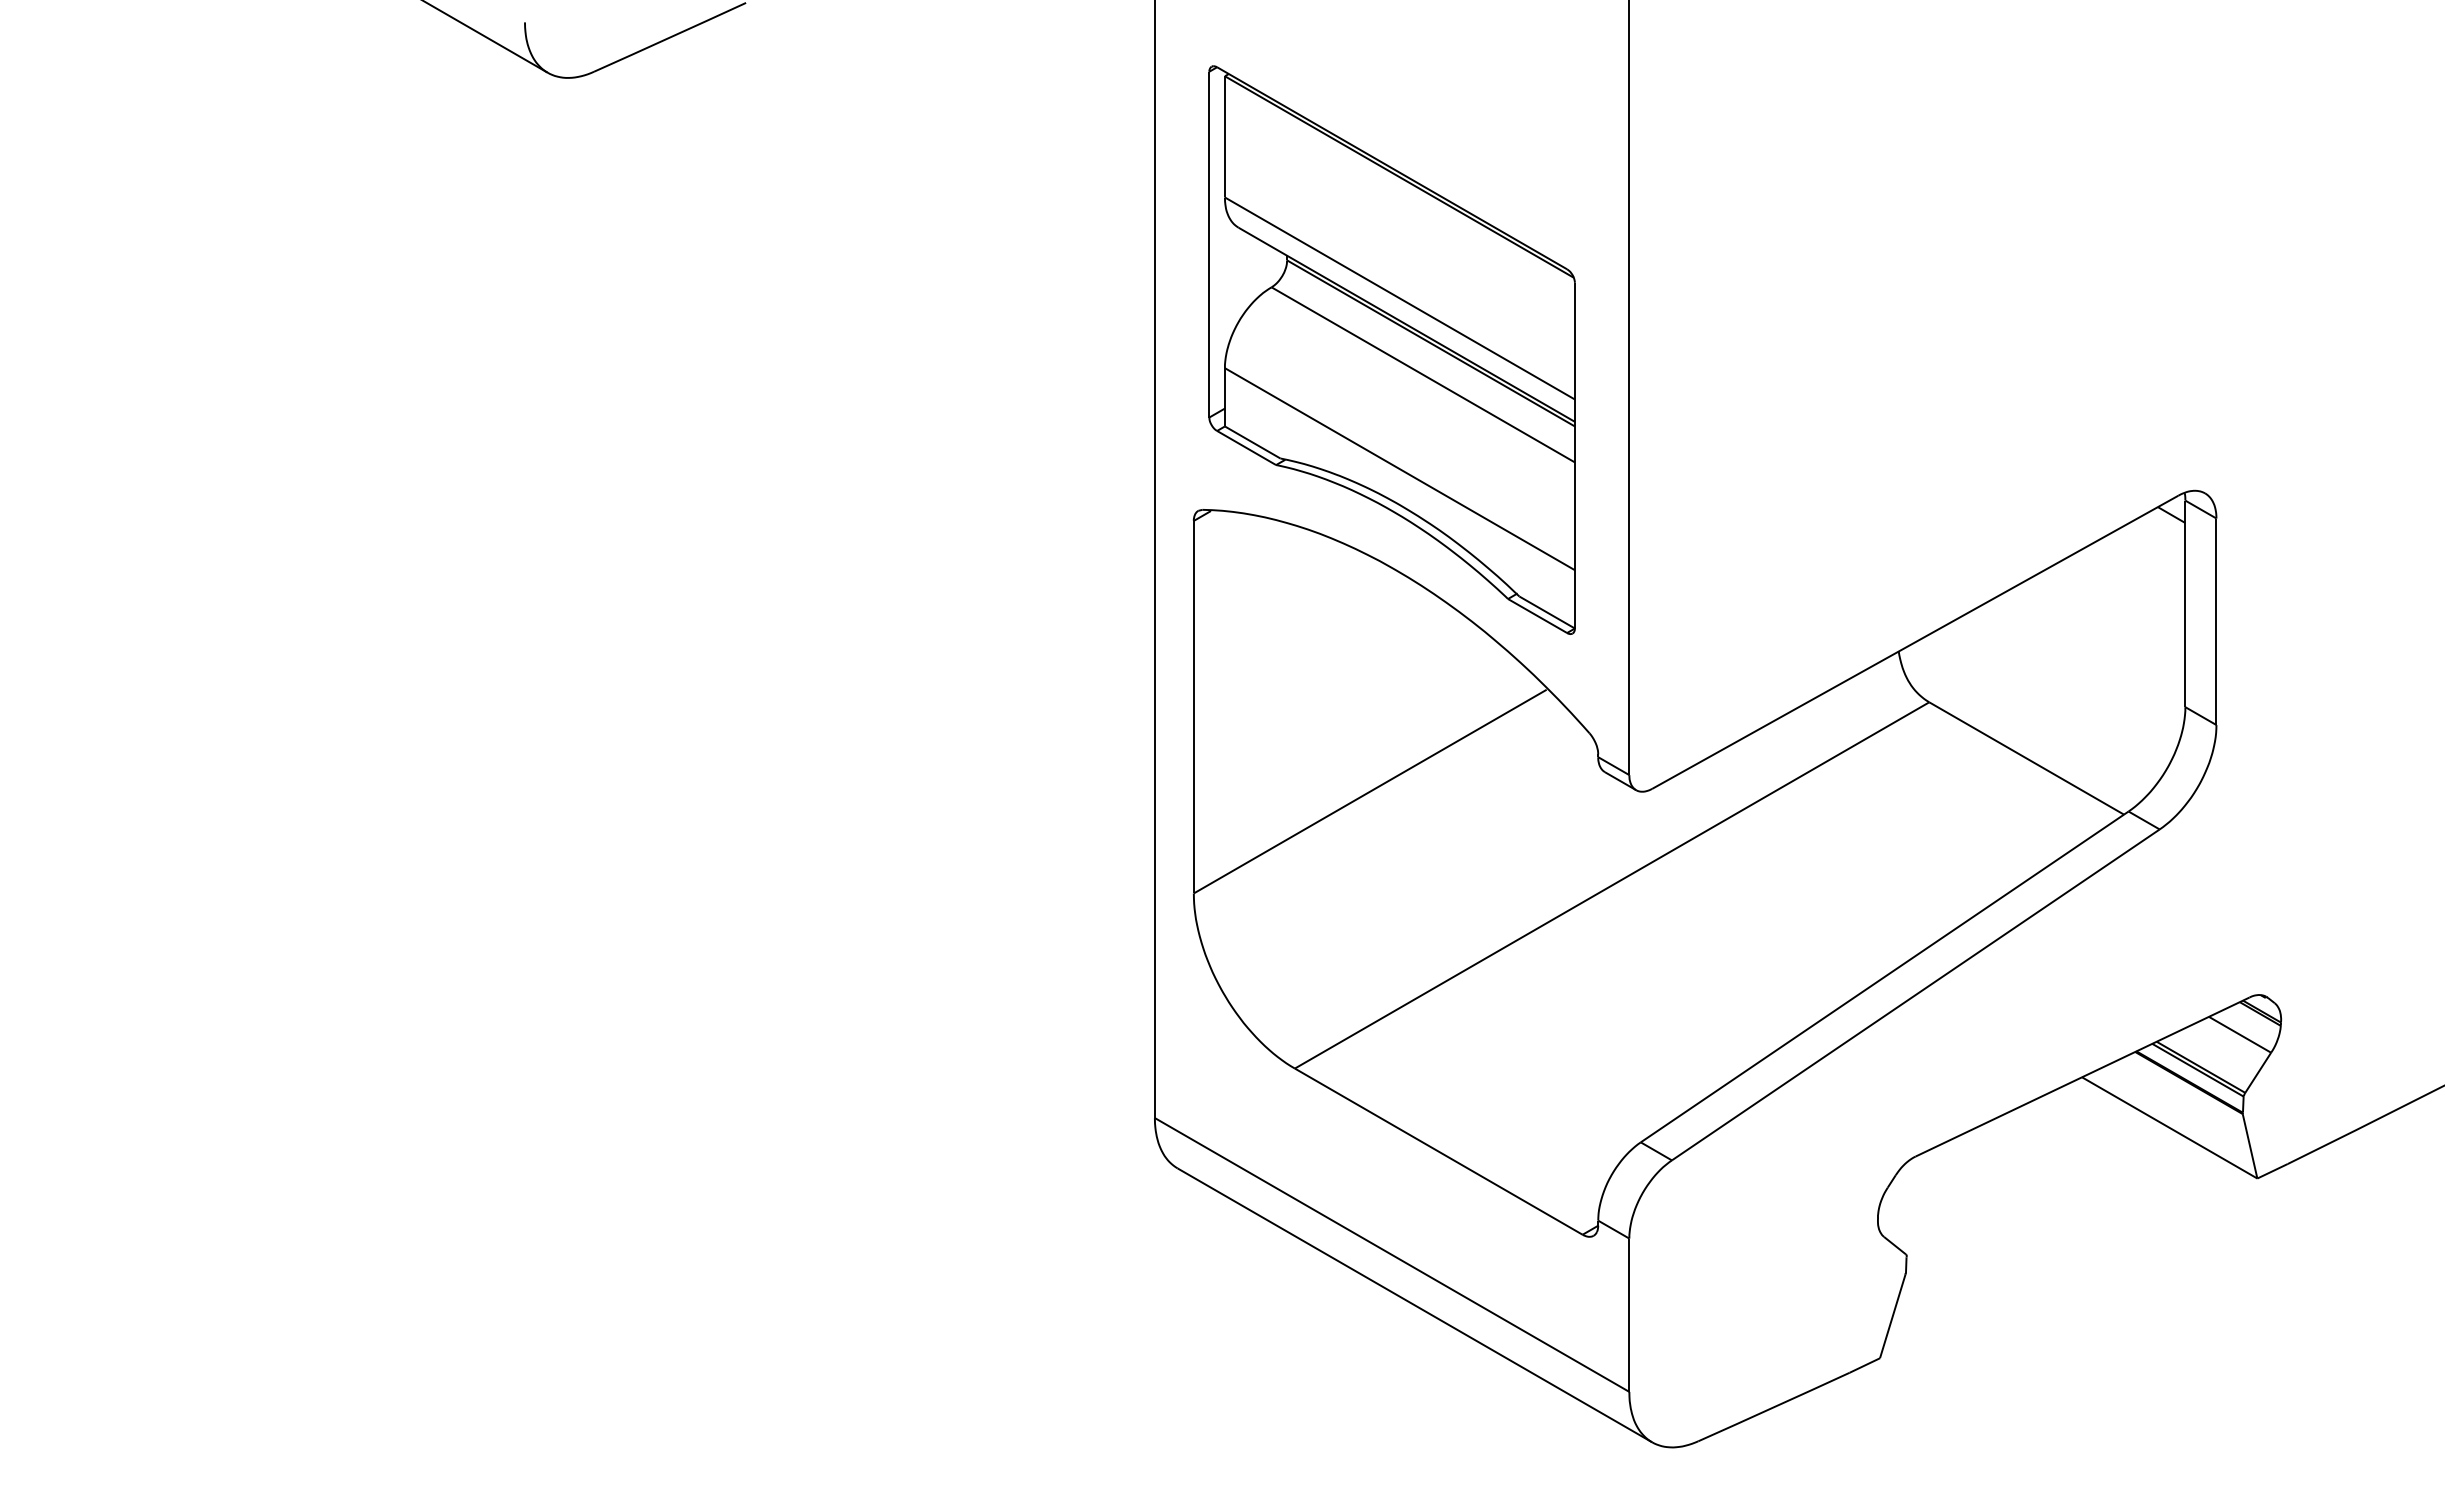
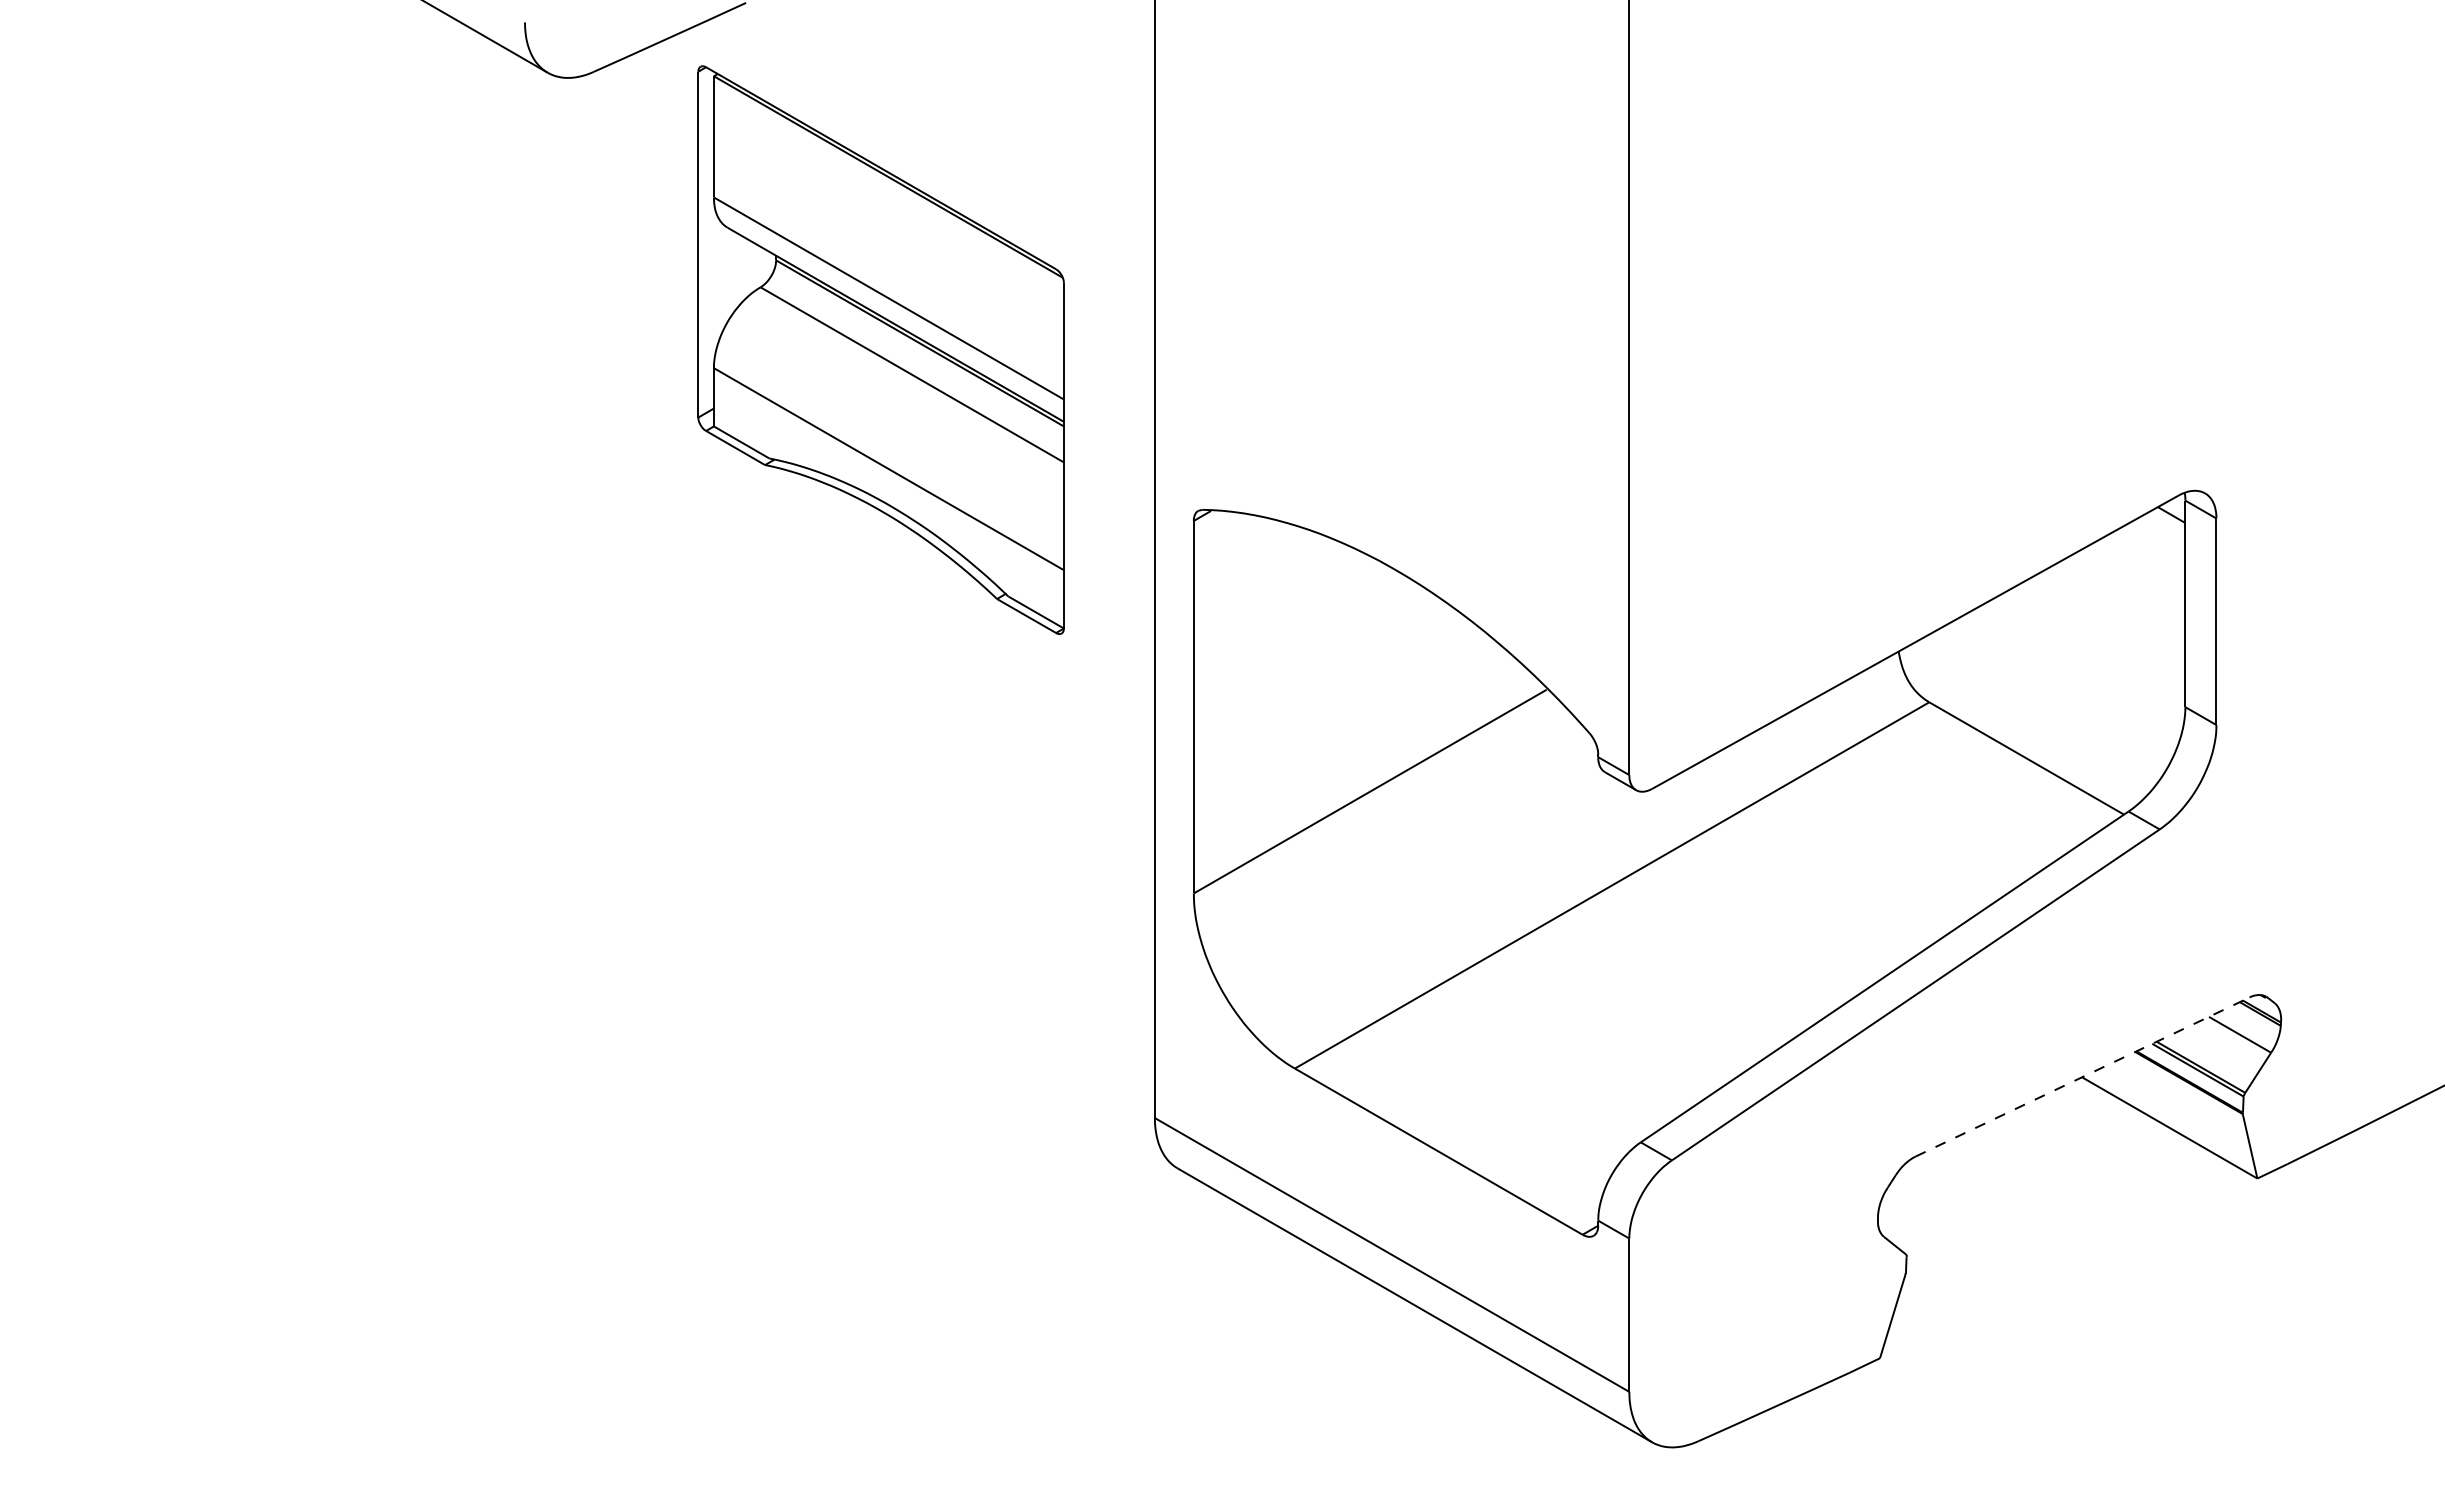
part at (1391, 349) position: (1391, 349) -> (880, 349)
line at (2082, 1077): solid -> dashed
